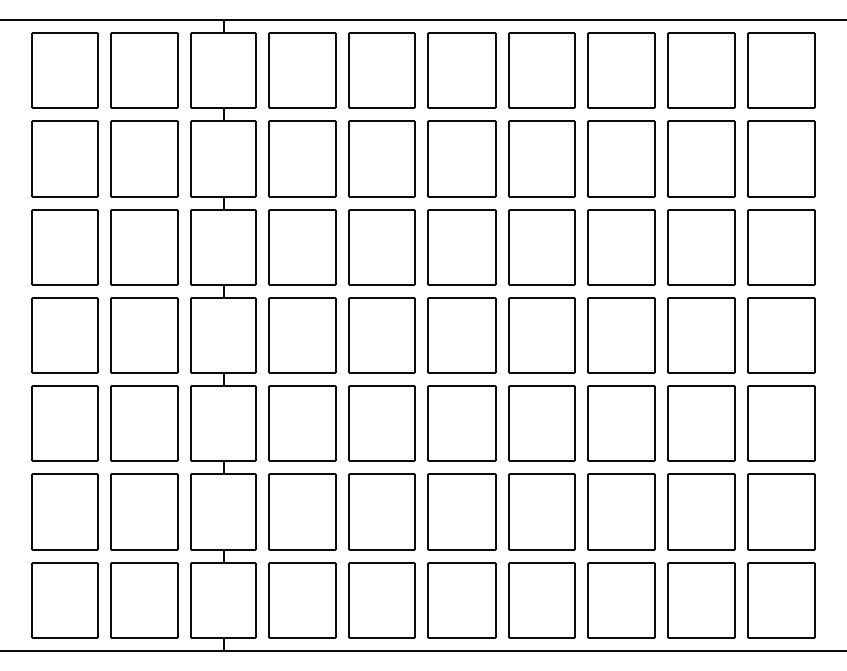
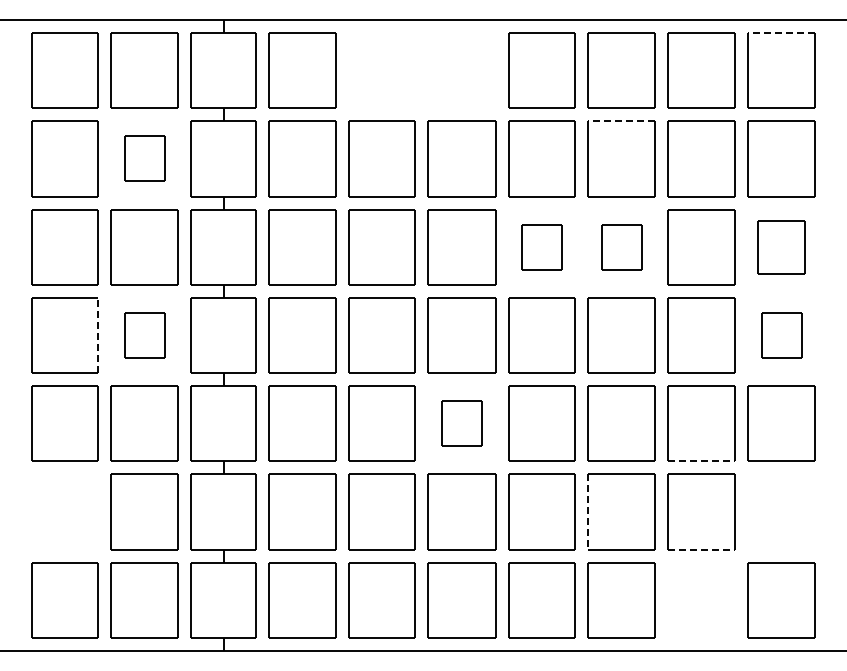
line at (781, 33): solid -> dashed
part at (381, 70): present -> none
part at (461, 70): present -> none
line at (621, 121): solid -> dashed
part at (144, 158) size: 69x78 px -> 42x47 px
part at (541, 247) size: 68x77 px -> 42x47 px
part at (621, 247) size: 69x77 px -> 42x47 px
part at (781, 247) size: 69x77 px -> 49x55 px
line at (98, 335): solid -> dashed
part at (144, 335) size: 69x77 px -> 42x47 px
part at (781, 335) size: 69x77 px -> 42x47 px
part at (461, 423) size: 70x77 px -> 42x47 px
line at (702, 461): solid -> dashed
part at (64, 511): present -> none
line at (588, 511): solid -> dashed
part at (781, 511): present -> none
line at (702, 549): solid -> dashed
part at (701, 600): present -> none
